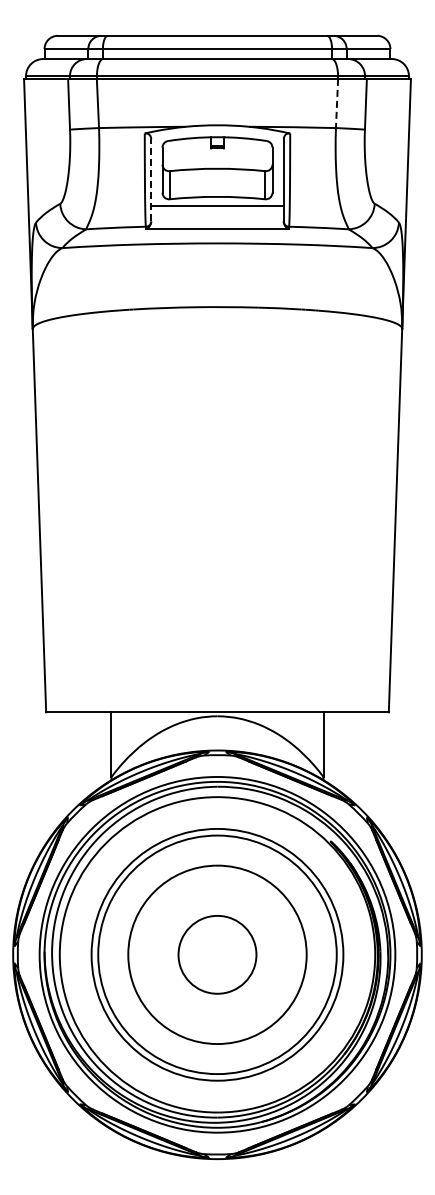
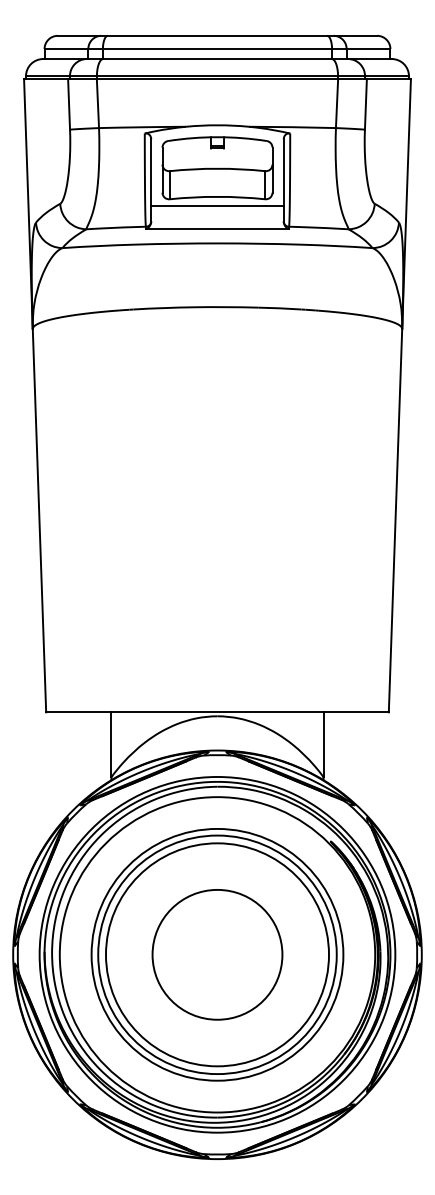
line at (337, 103): dashed -> solid
line at (151, 179): dashed -> solid
circle at (217, 954) diameter: 178 px -> 223 px
circle at (217, 954) diameter: 78 px -> 130 px
